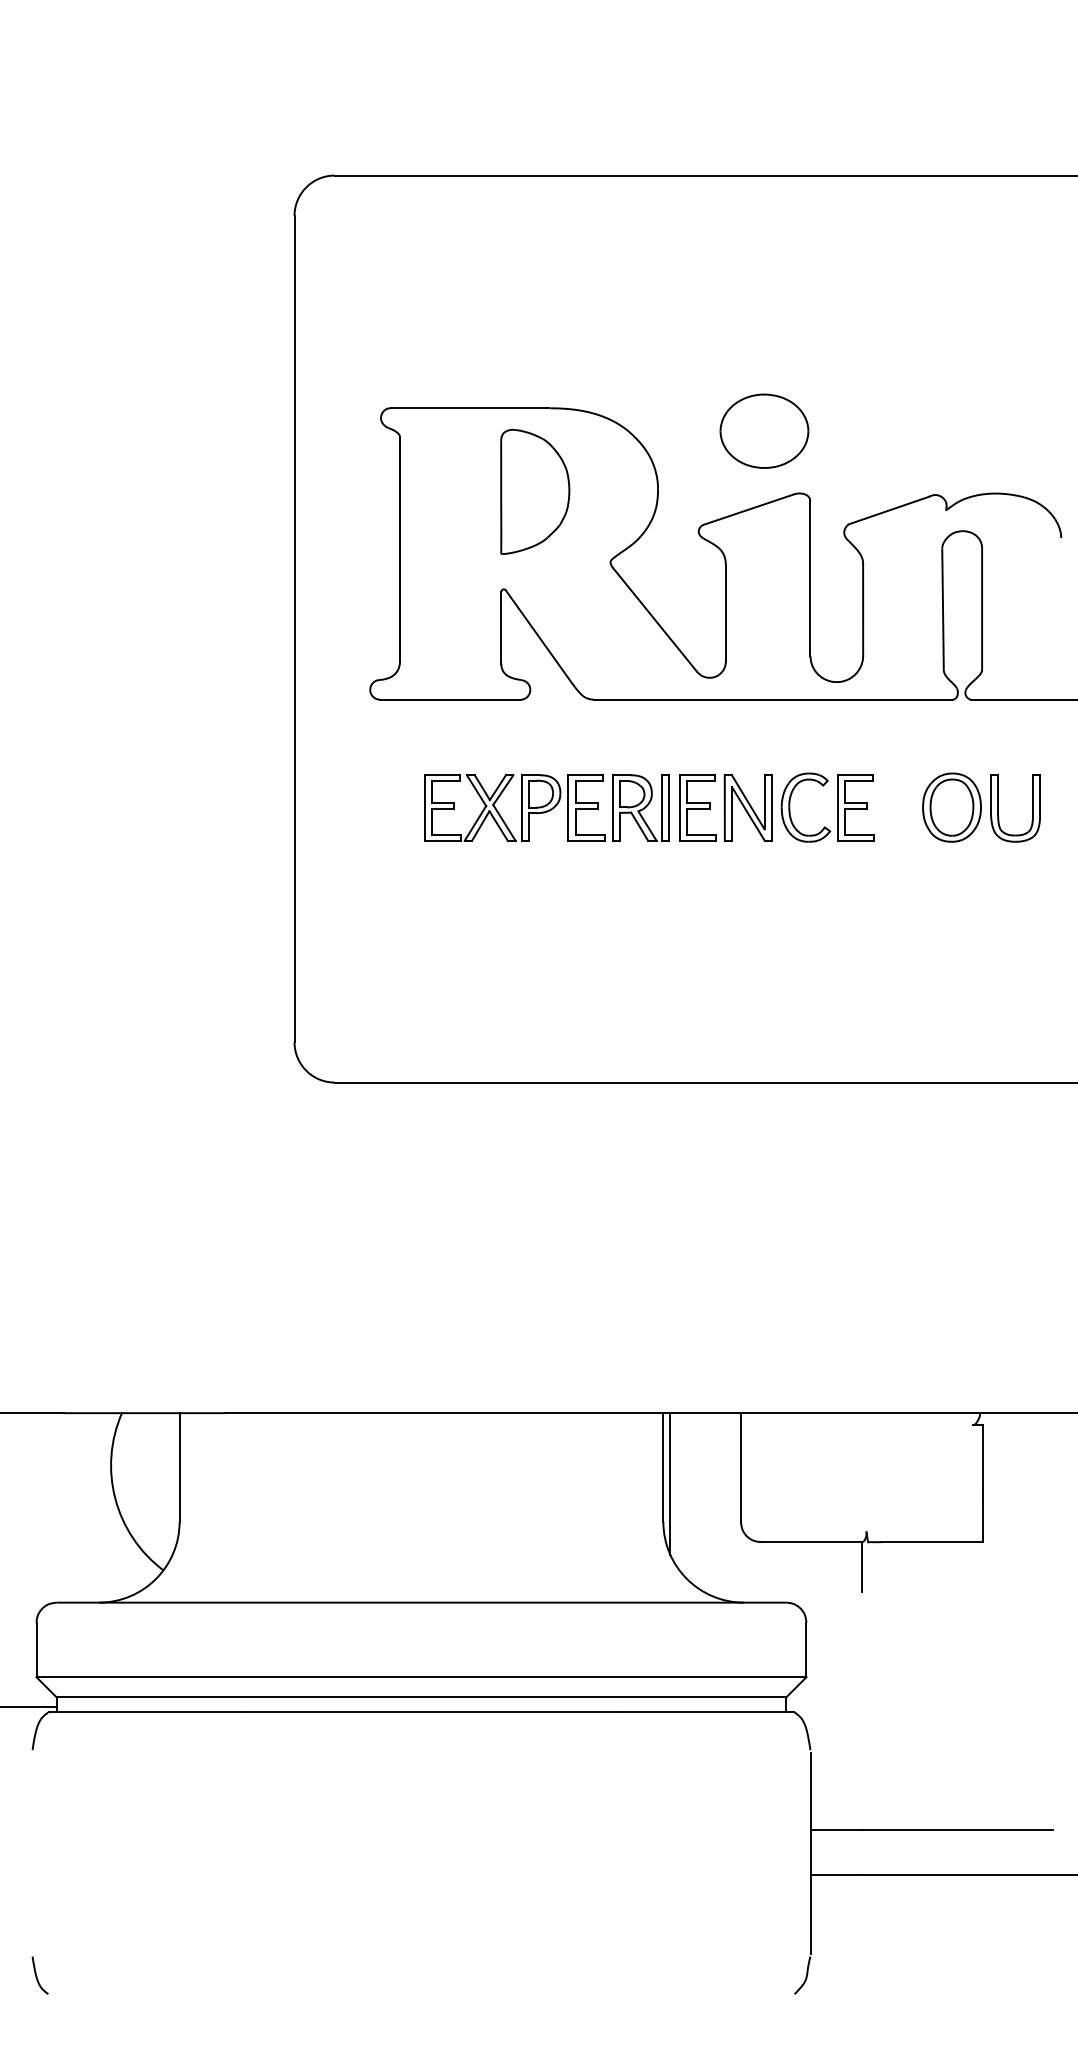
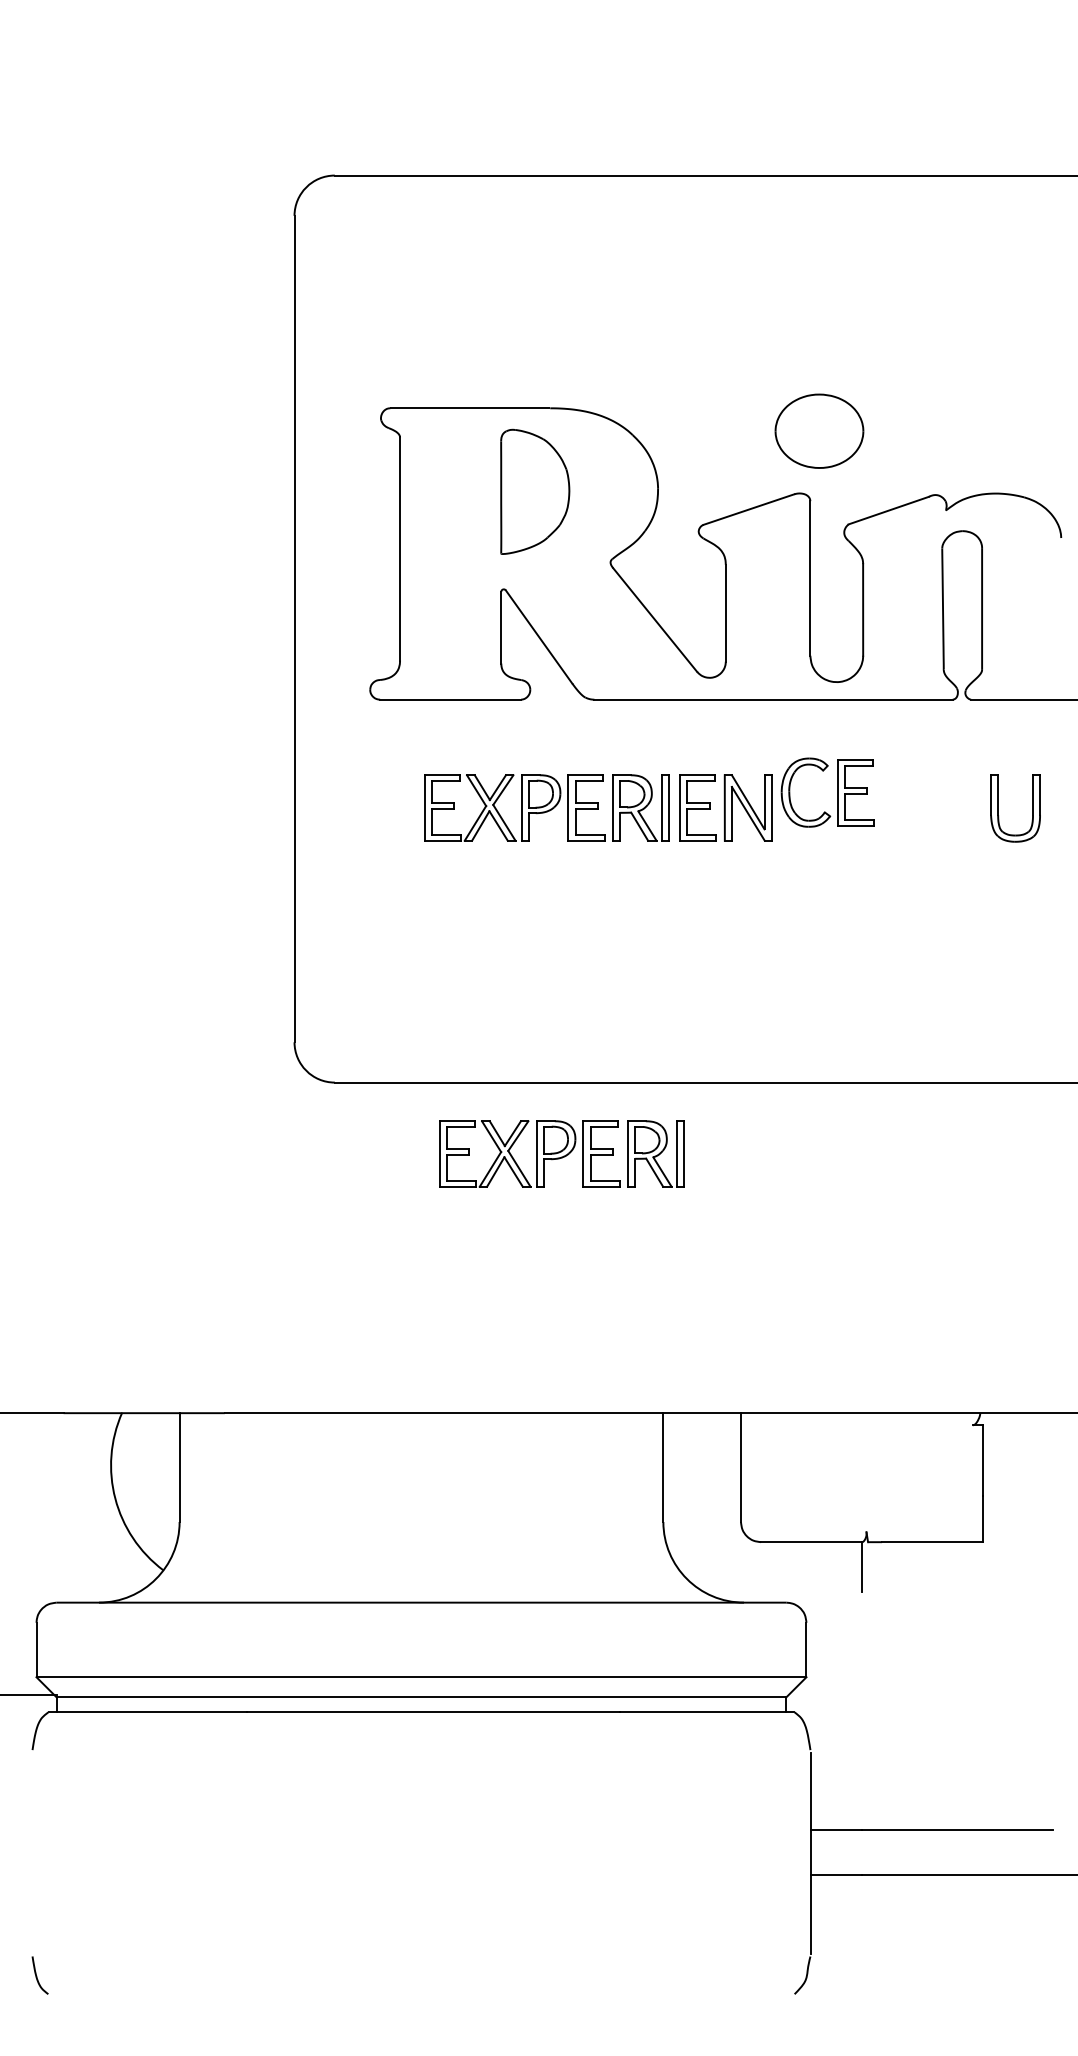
part at (764, 430) position: (764, 430) -> (819, 430)
part at (837, 807) position: (837, 807) -> (837, 792)
part at (951, 807): present -> none
part at (561, 1153): none -> present
line at (670, 1484): present -> none
line at (29, 1707) position: (29, 1707) -> (29, 1695)
